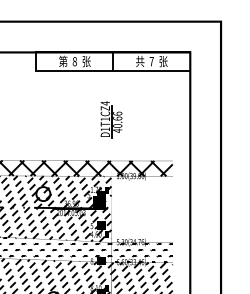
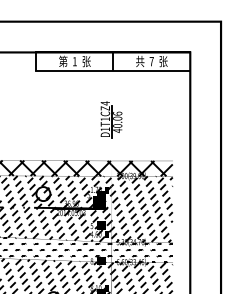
text at (74, 61): 8 -> 1
text at (117, 118): 40.66 -> 40.06
hatch at (141, 209): none -> present
